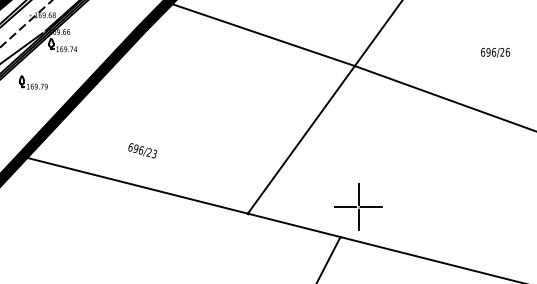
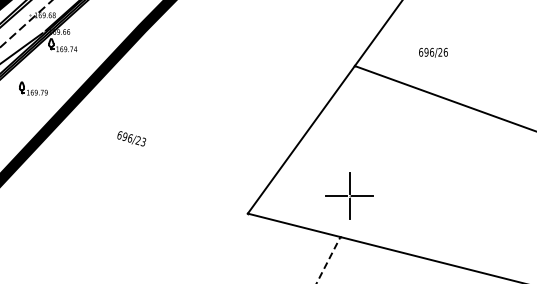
line at (260, 34): present -> none
text at (495, 52) position: (495, 52) -> (433, 52)
part at (33, 82) position: (33, 82) -> (33, 88)
text at (142, 150) position: (142, 150) -> (131, 138)
line at (134, 184): present -> none
part at (358, 206) position: (358, 206) -> (349, 195)
line at (328, 260): solid -> dashed
